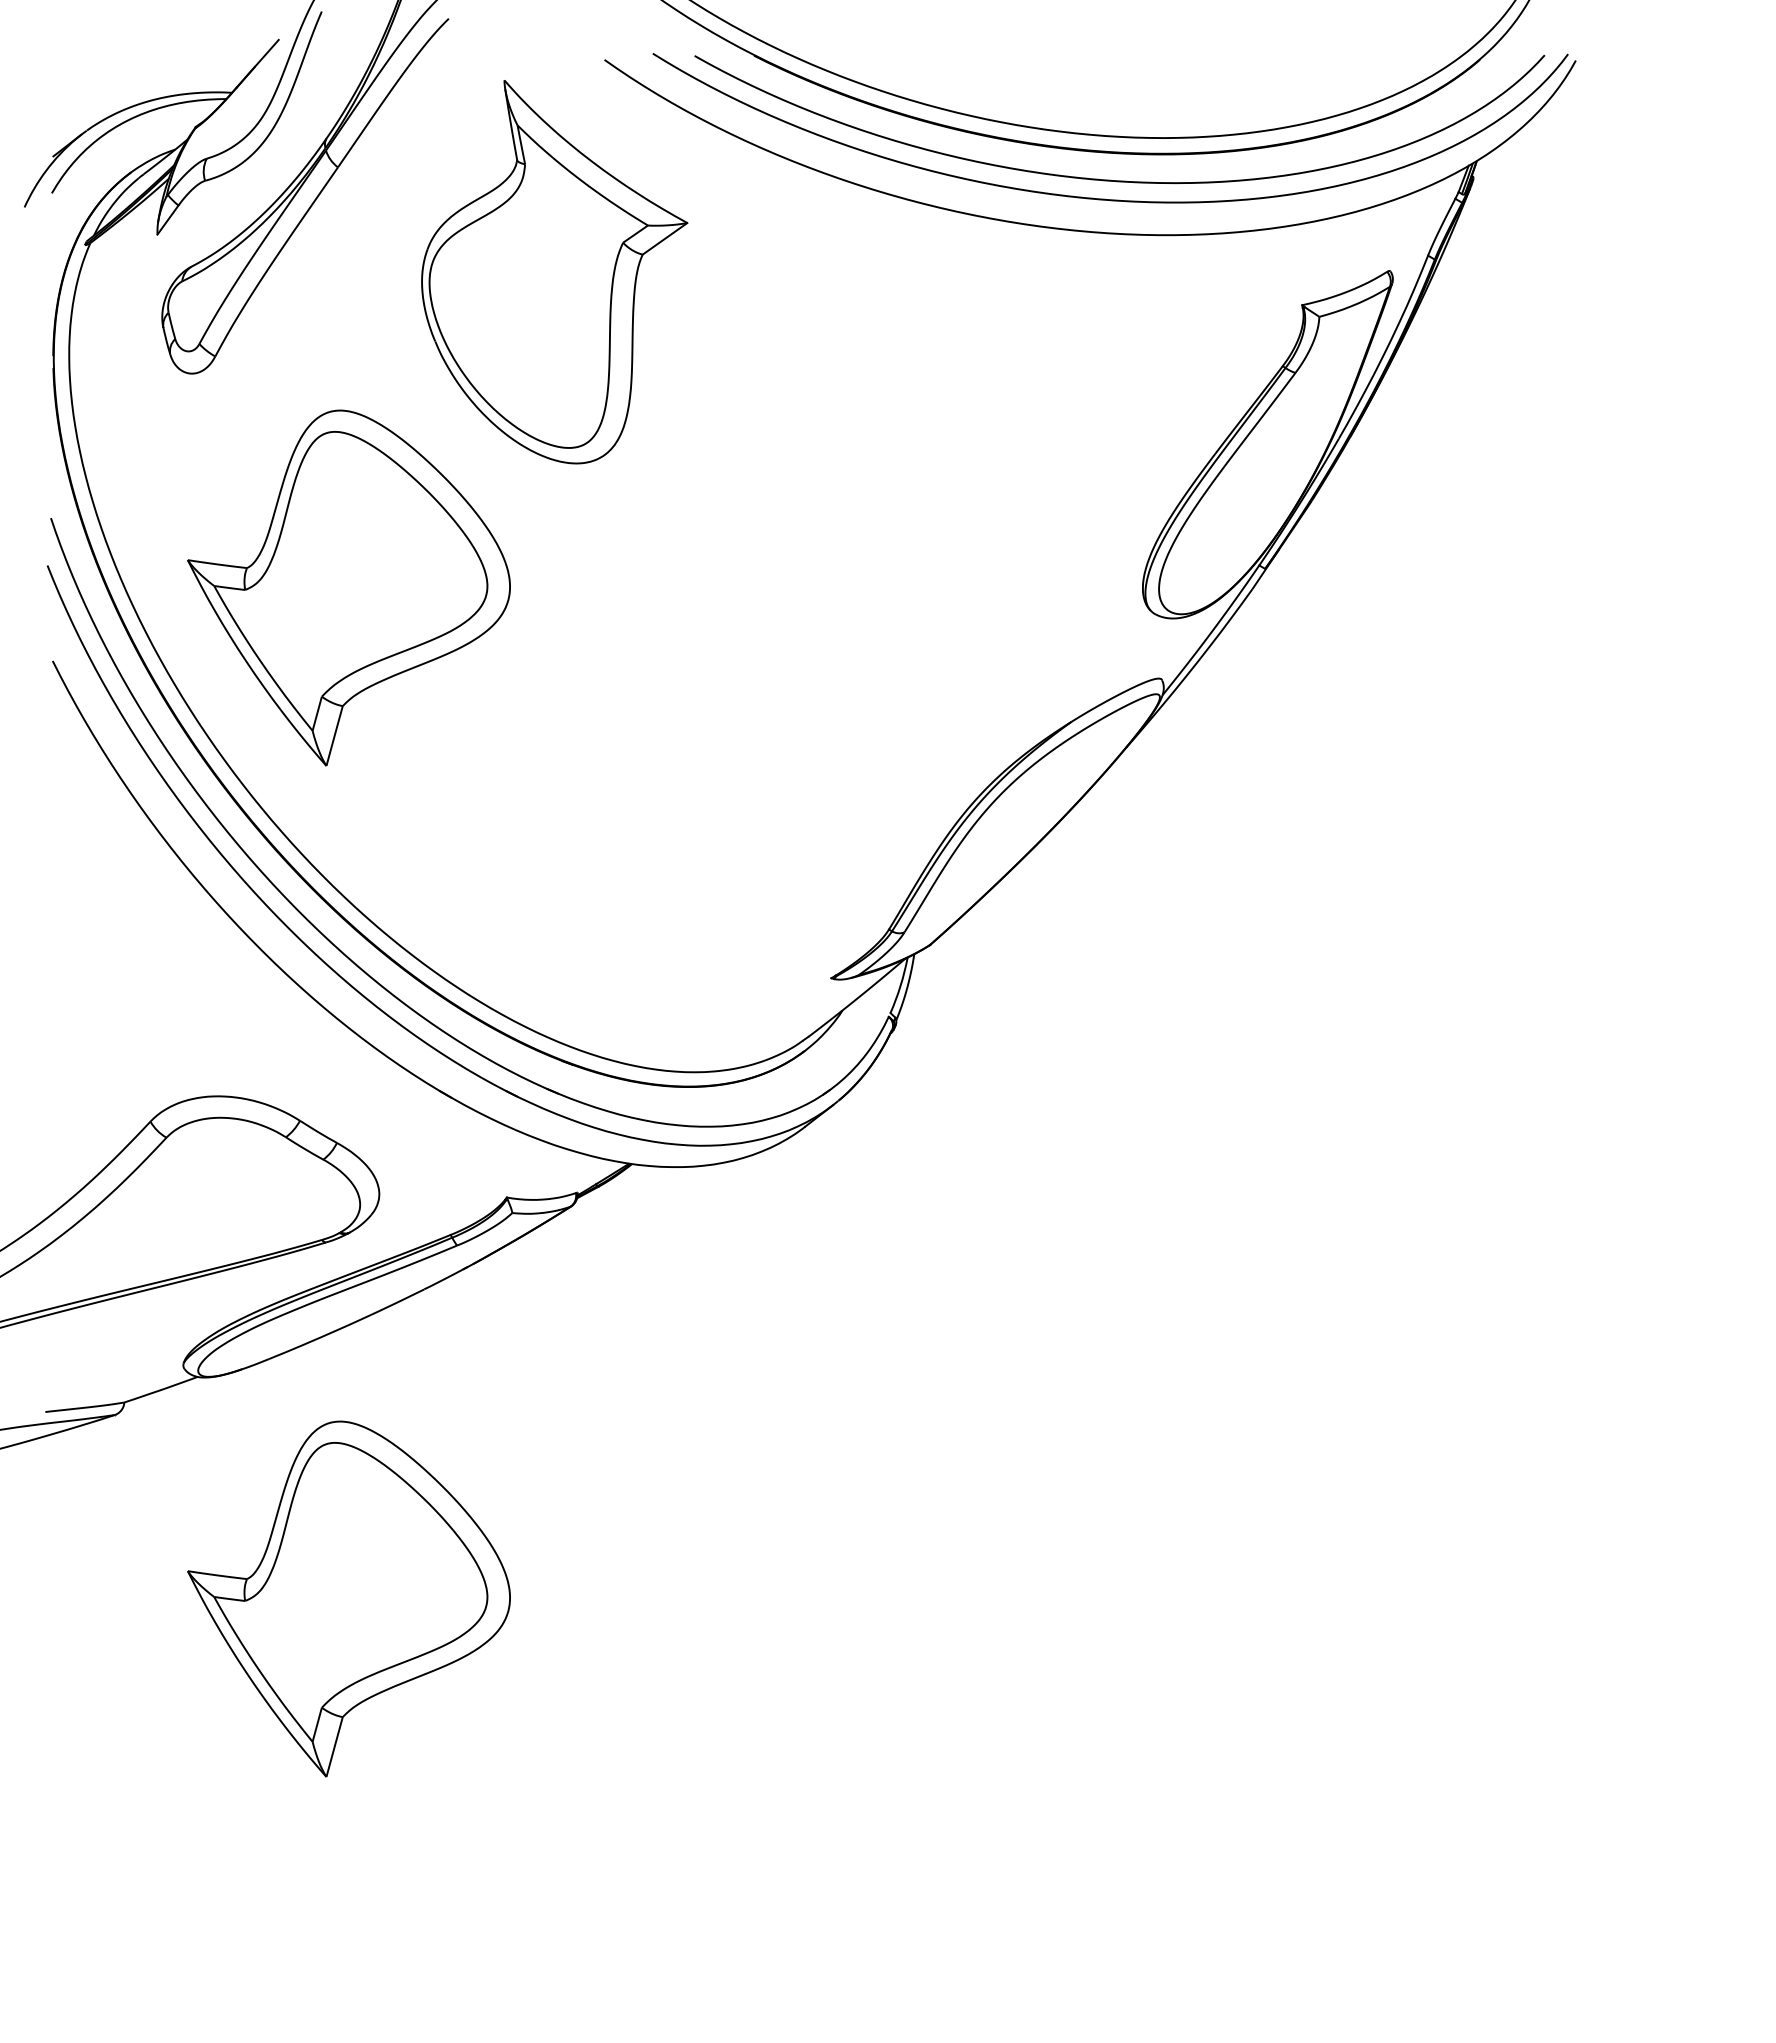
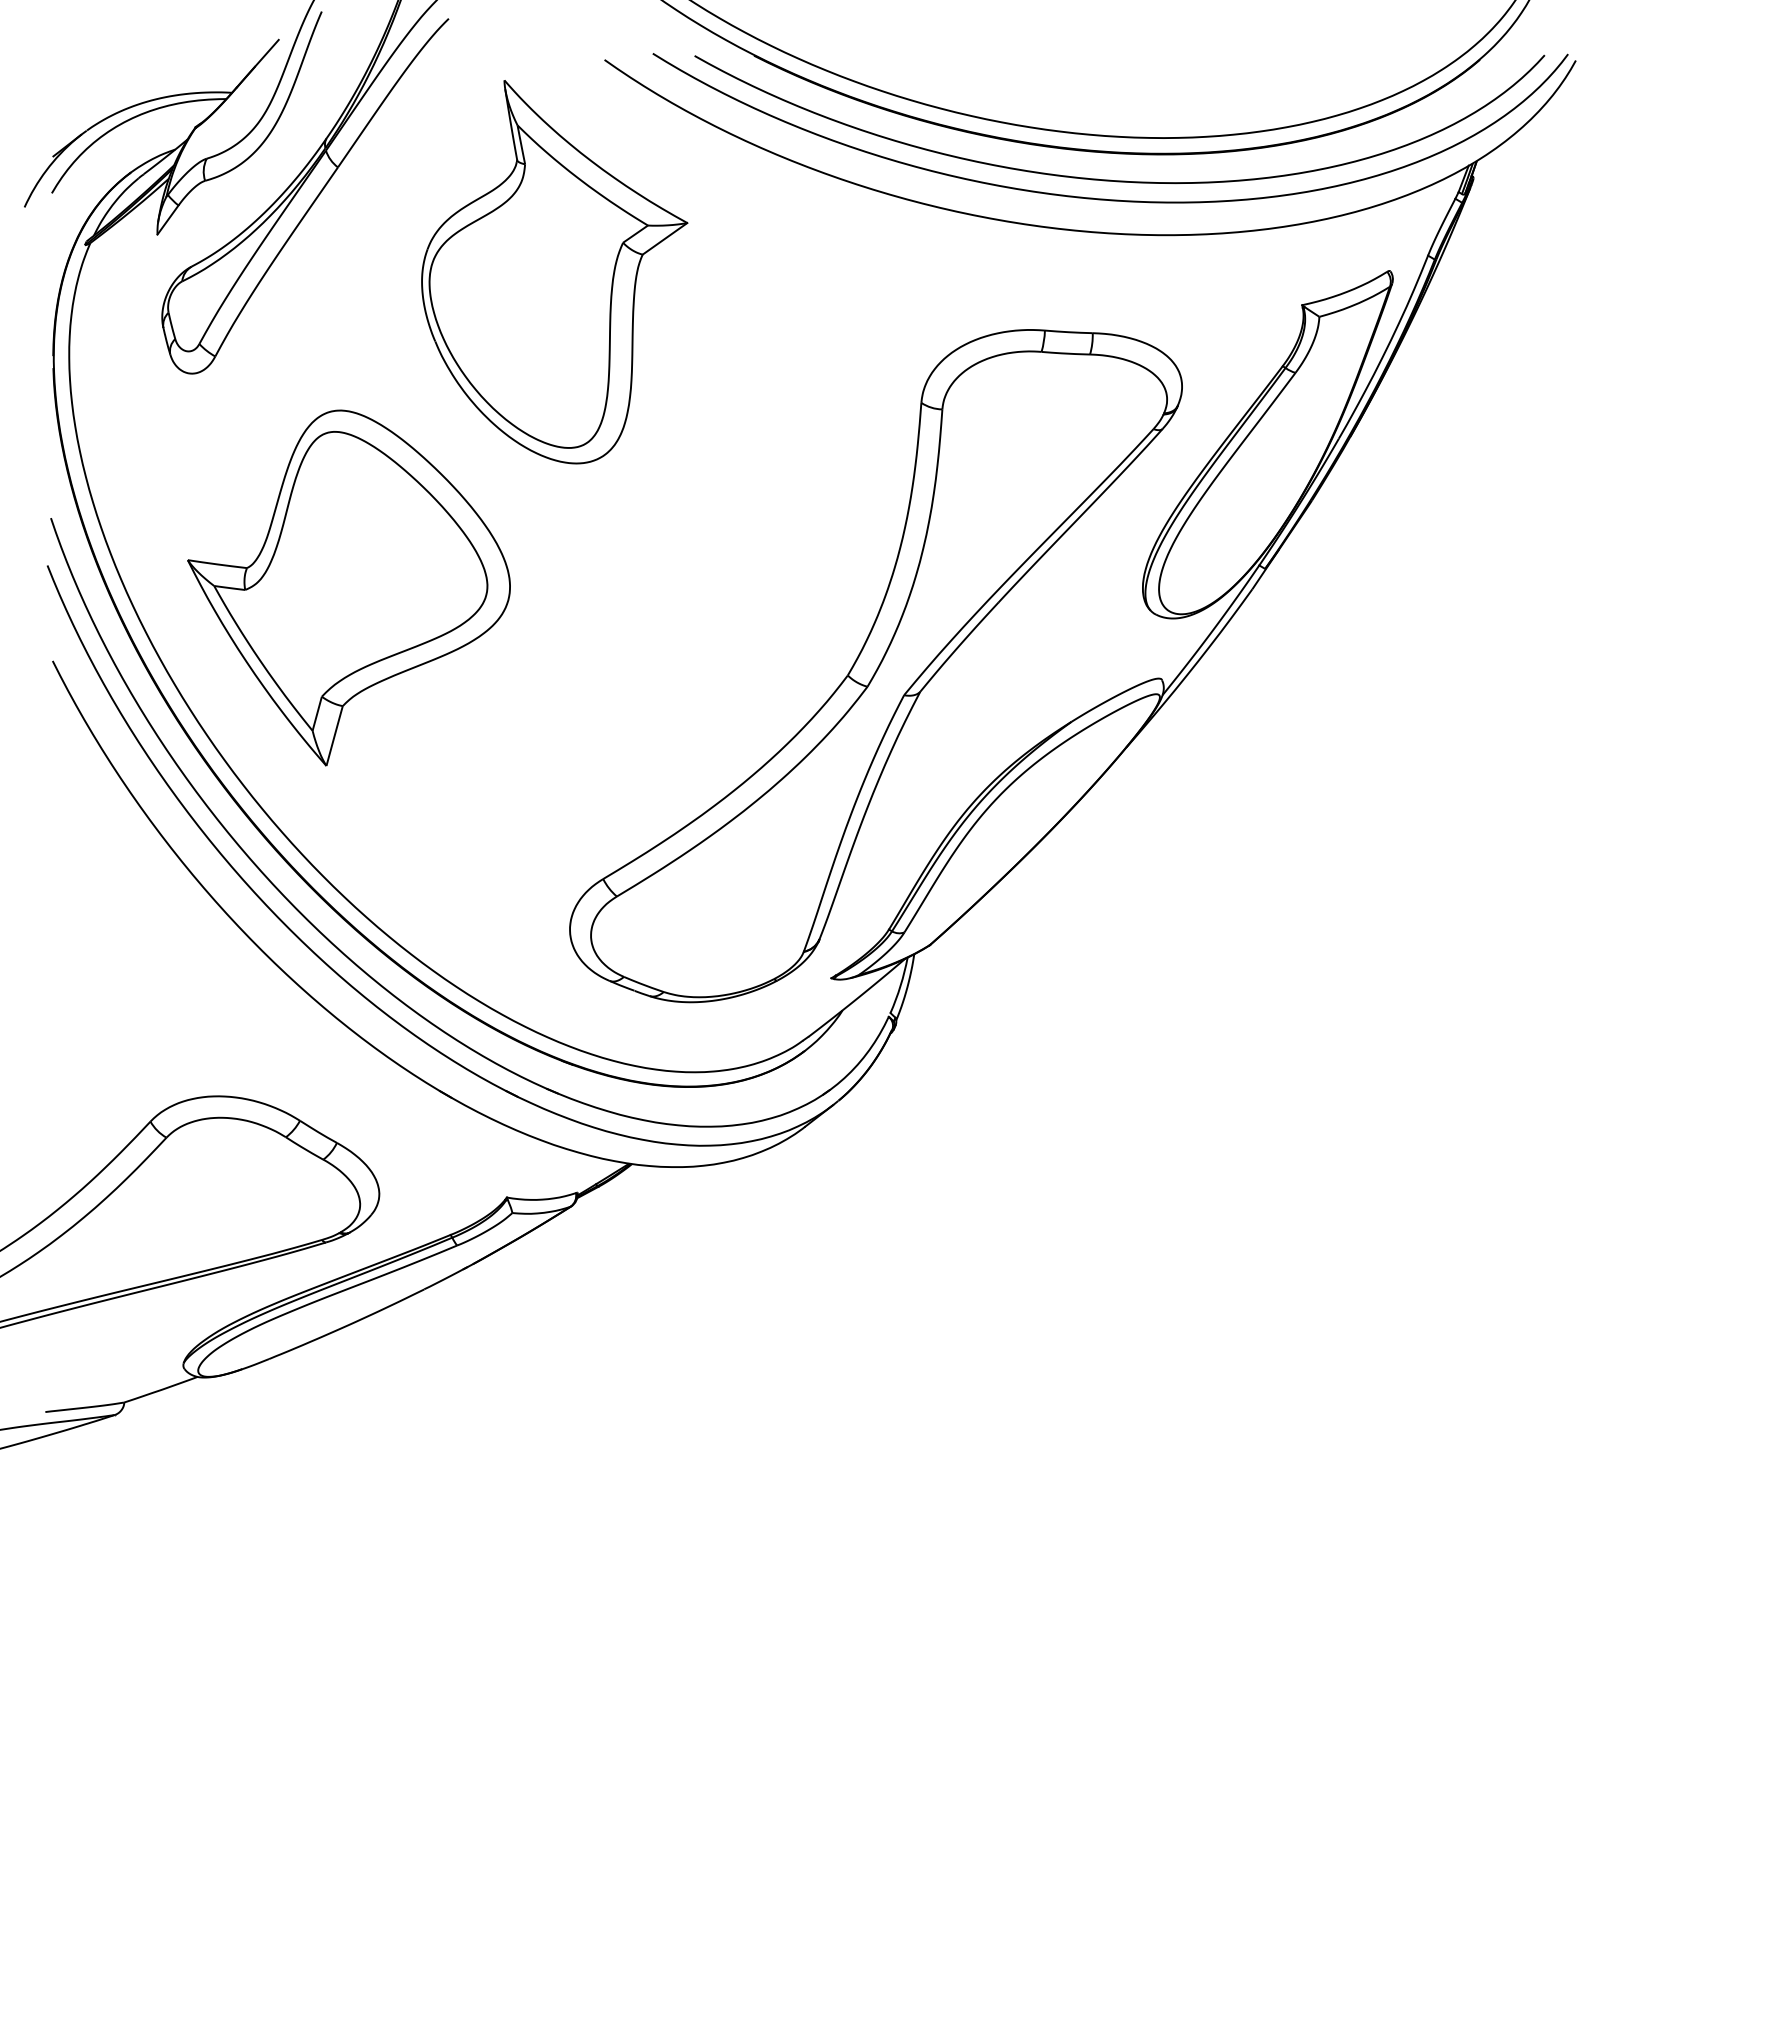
part at (875, 666): none -> present
part at (348, 1598): present -> none
